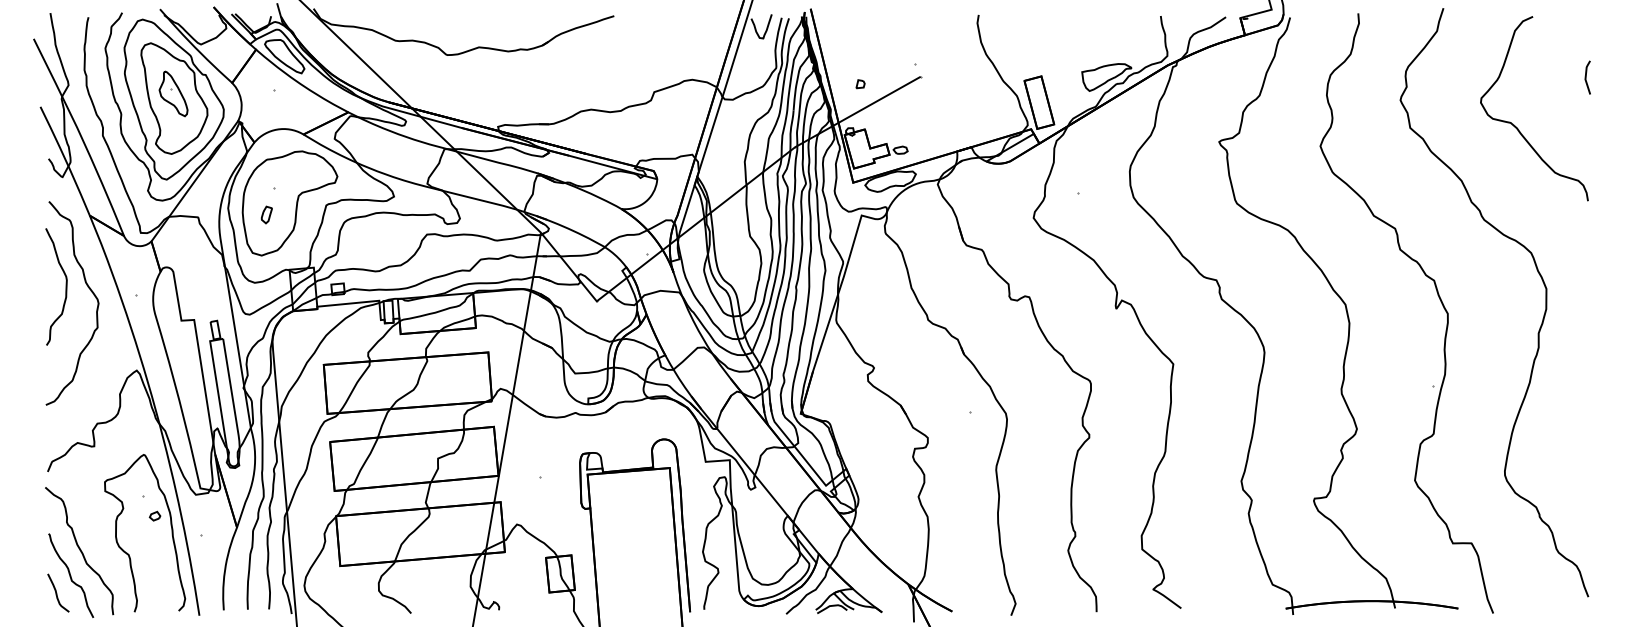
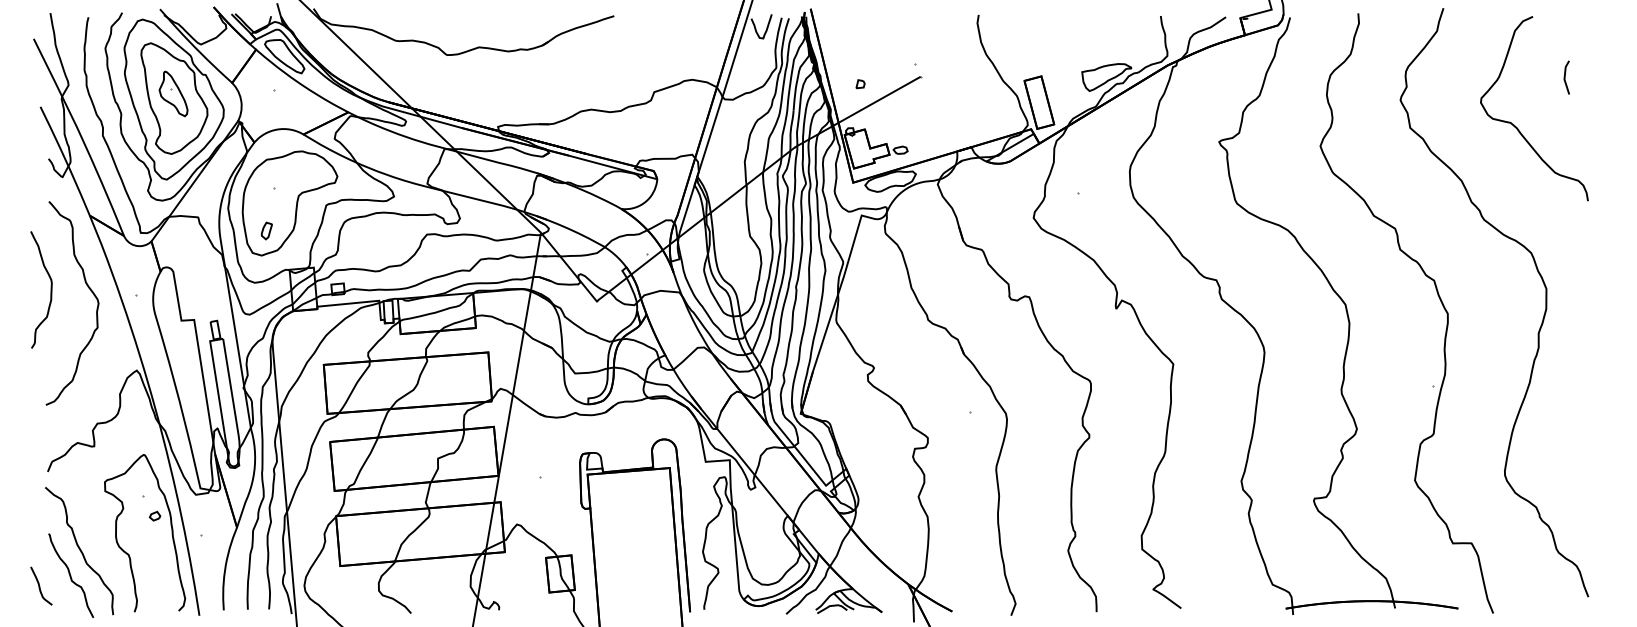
line at (1586, 77) position: (1586, 77) -> (1565, 77)
part at (266, 214) position: (266, 214) -> (266, 230)
curve at (65, 286) position: (65, 286) -> (50, 289)
curve at (57, 593) position: (57, 593) -> (40, 586)
